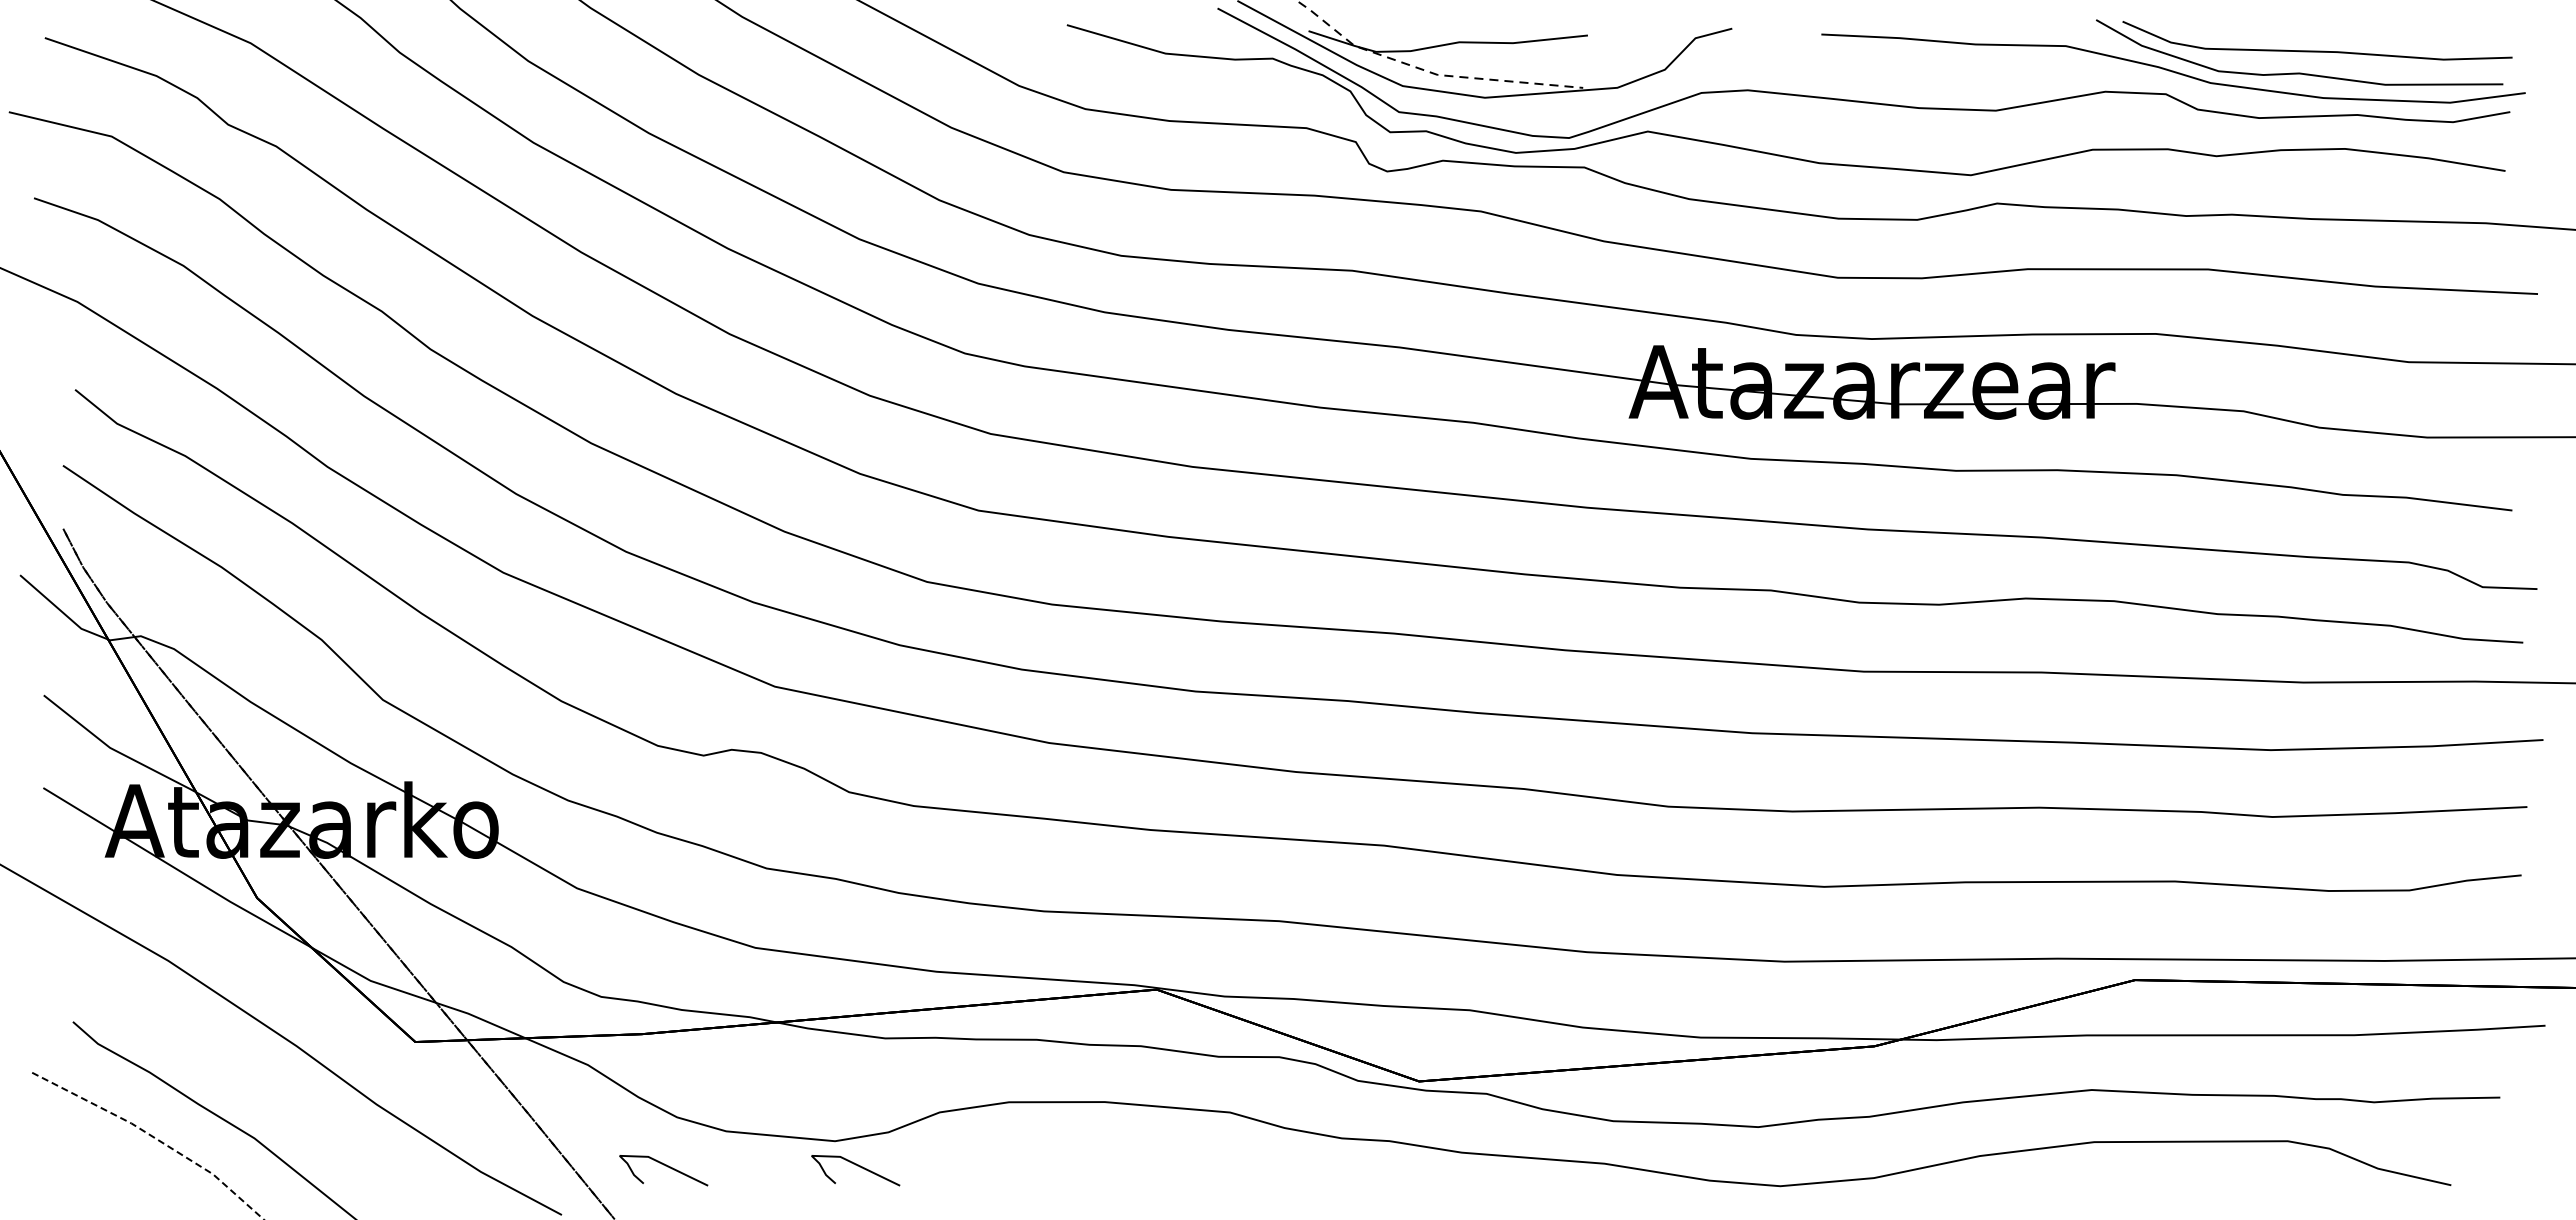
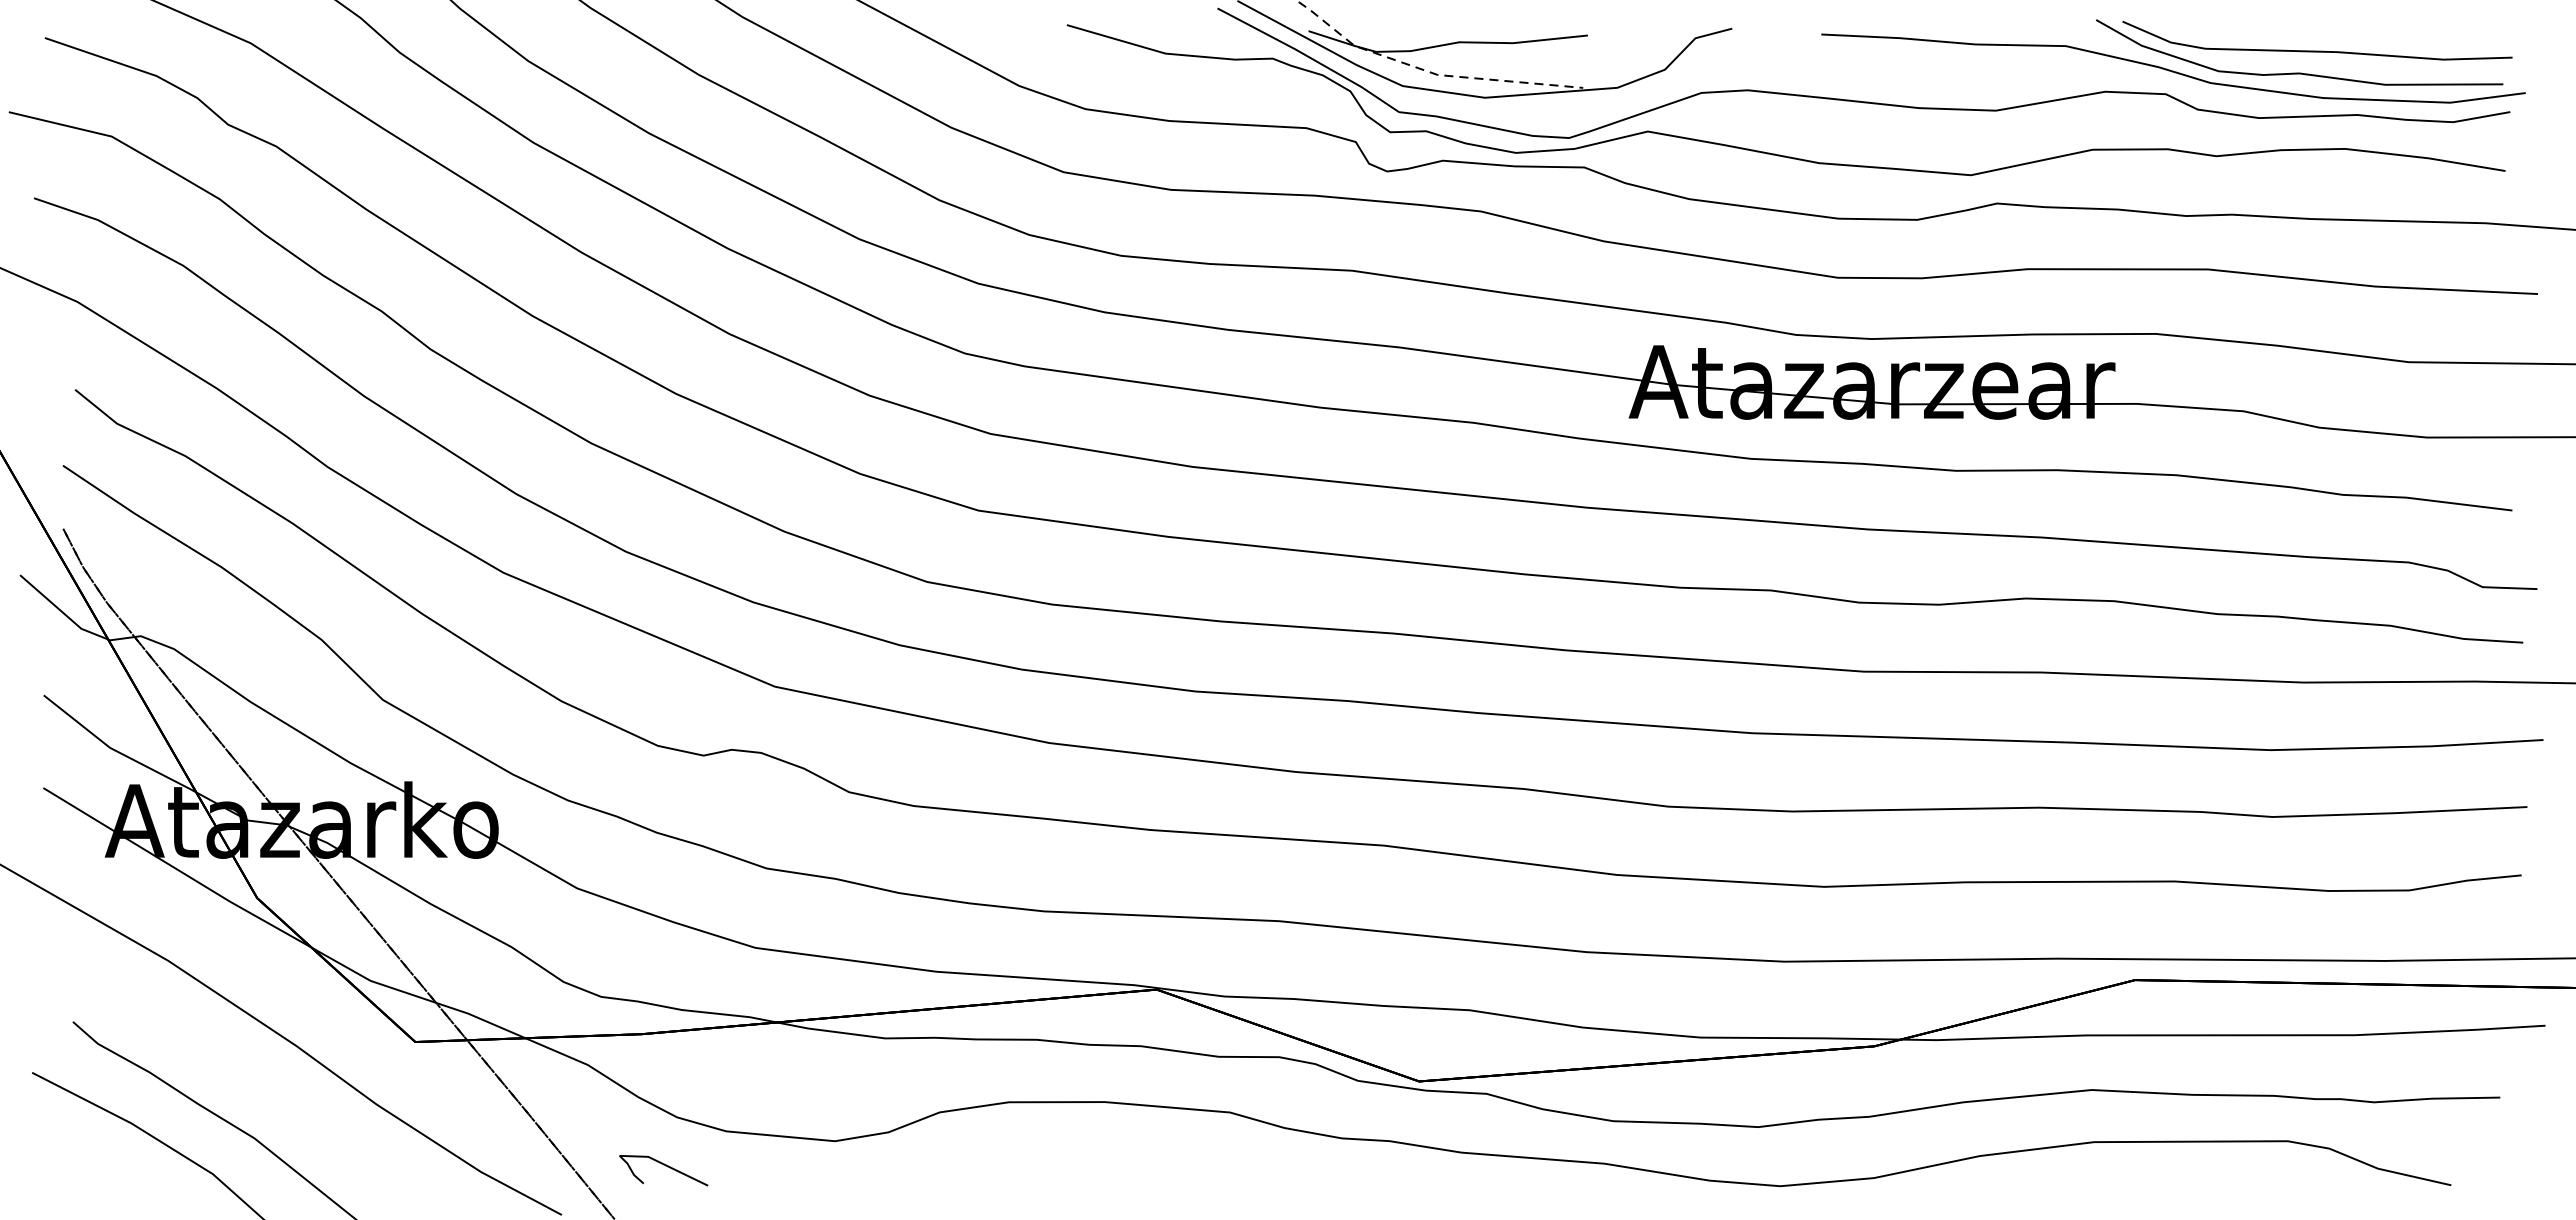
line at (154, 1137): dashed -> solid
curve at (857, 1166): present -> none
